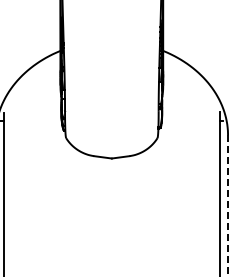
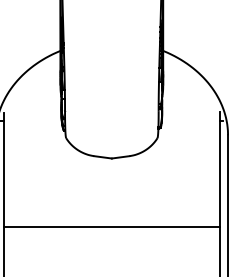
line at (228, 206): dashed -> solid
line at (111, 227): none -> present
